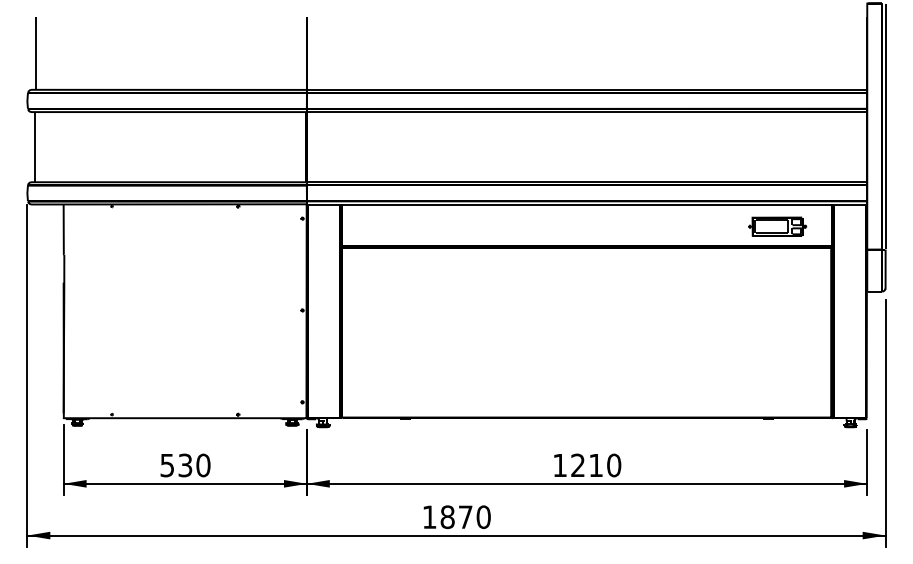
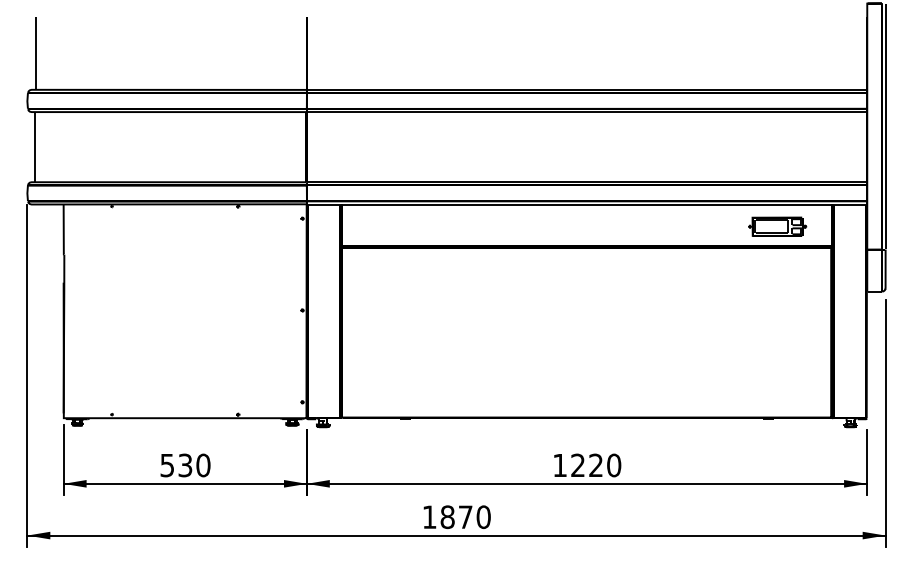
text at (595, 464): 1210 -> 1220
